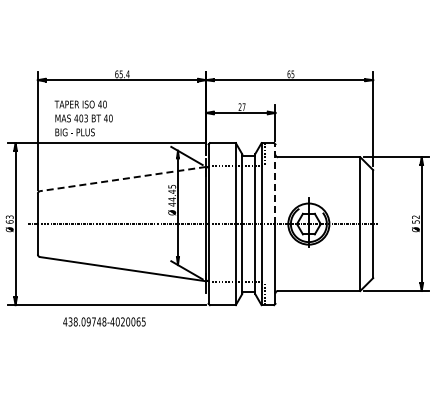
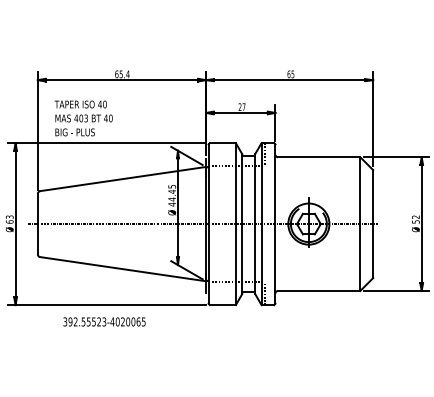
line at (123, 179): dashed -> solid
line at (275, 184): dashed -> solid
text at (84, 321): 438.09748-4020065 -> 392.55523-4020065
